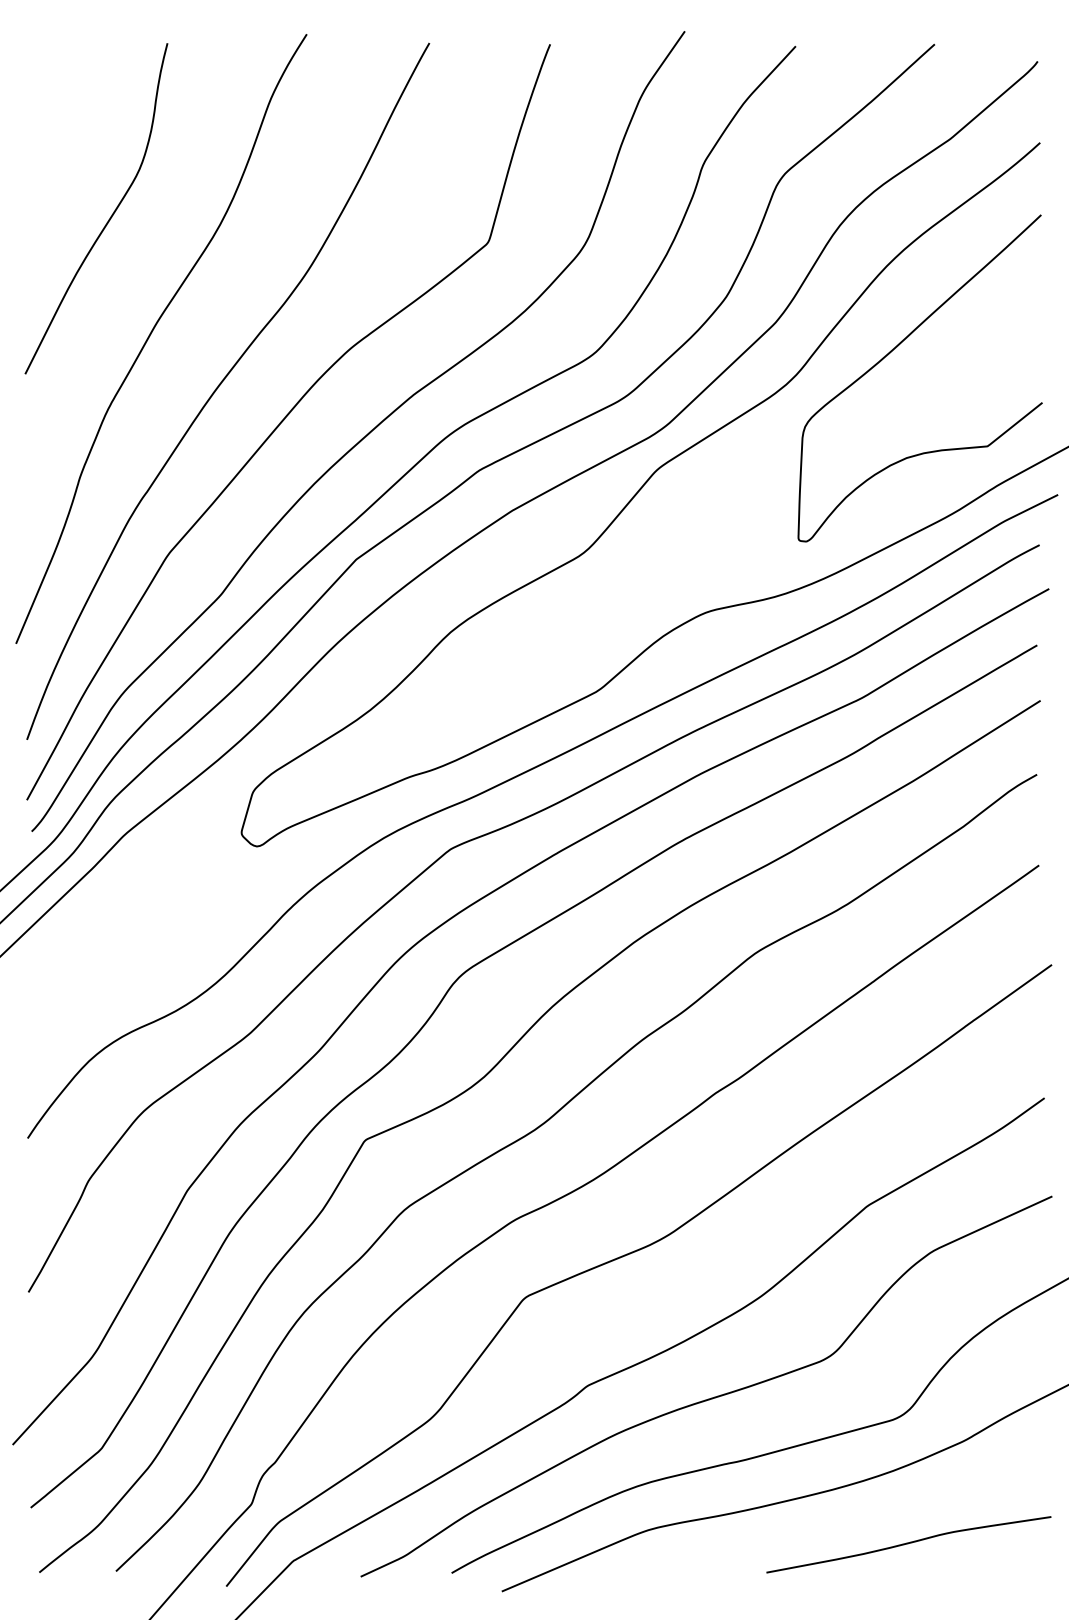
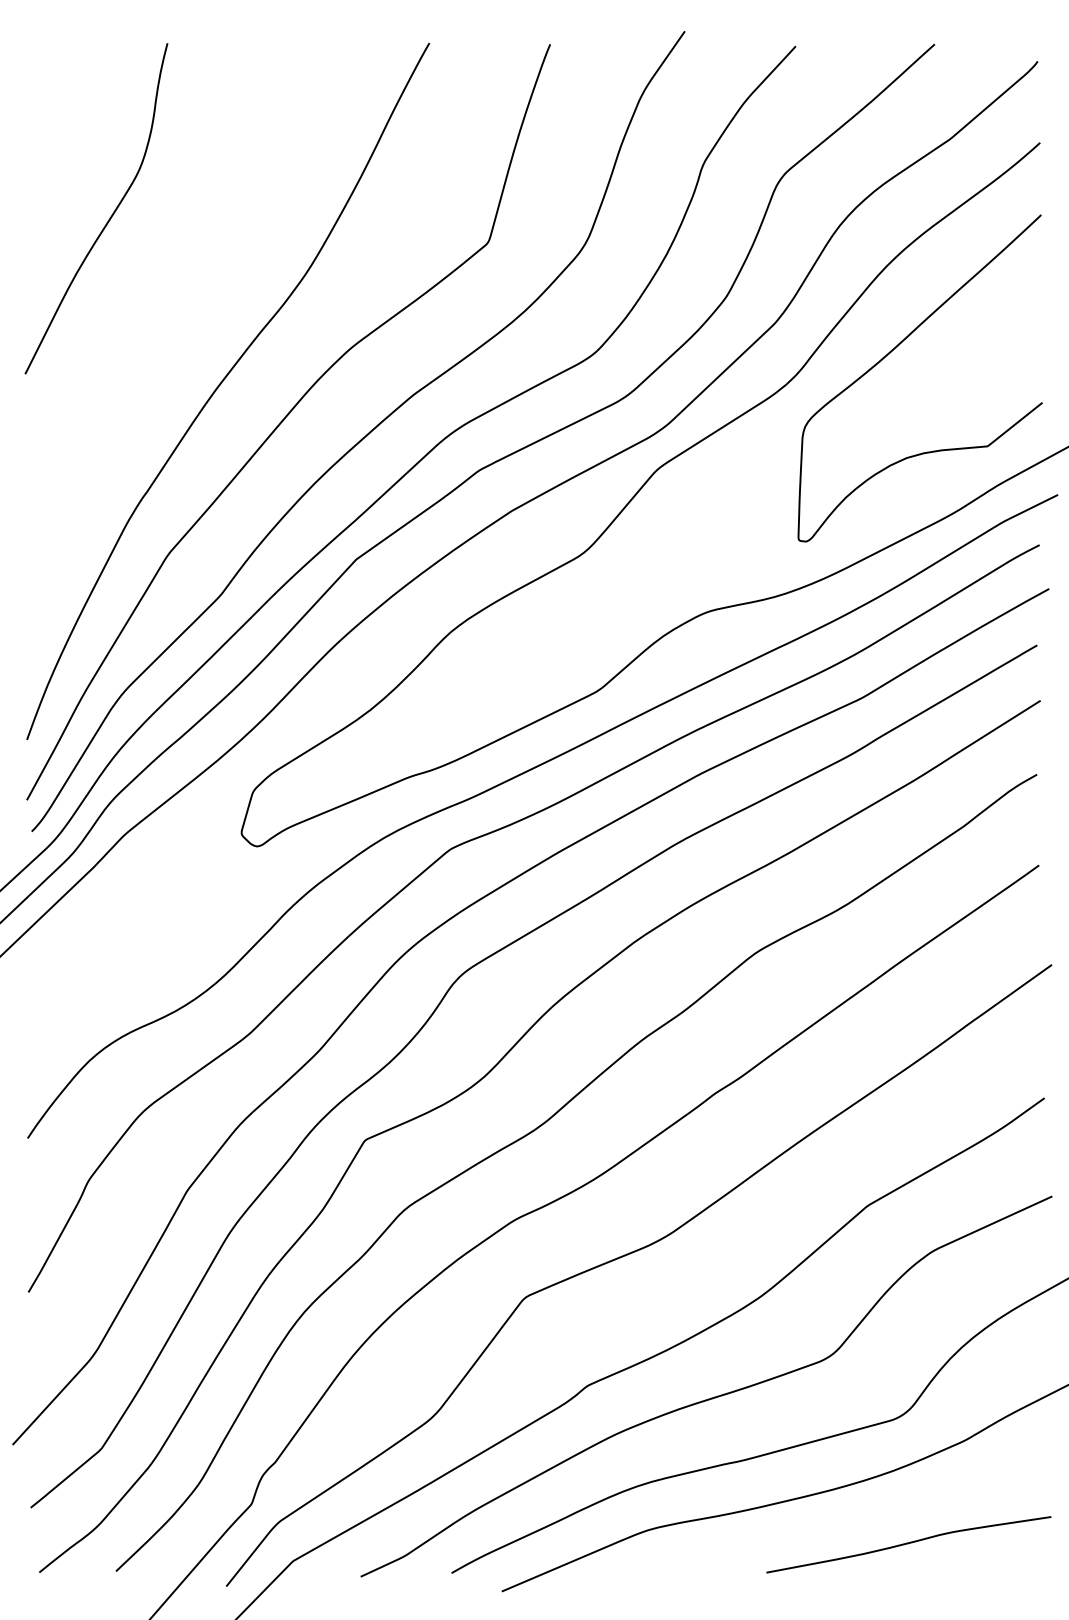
curve at (151, 334): present -> none
